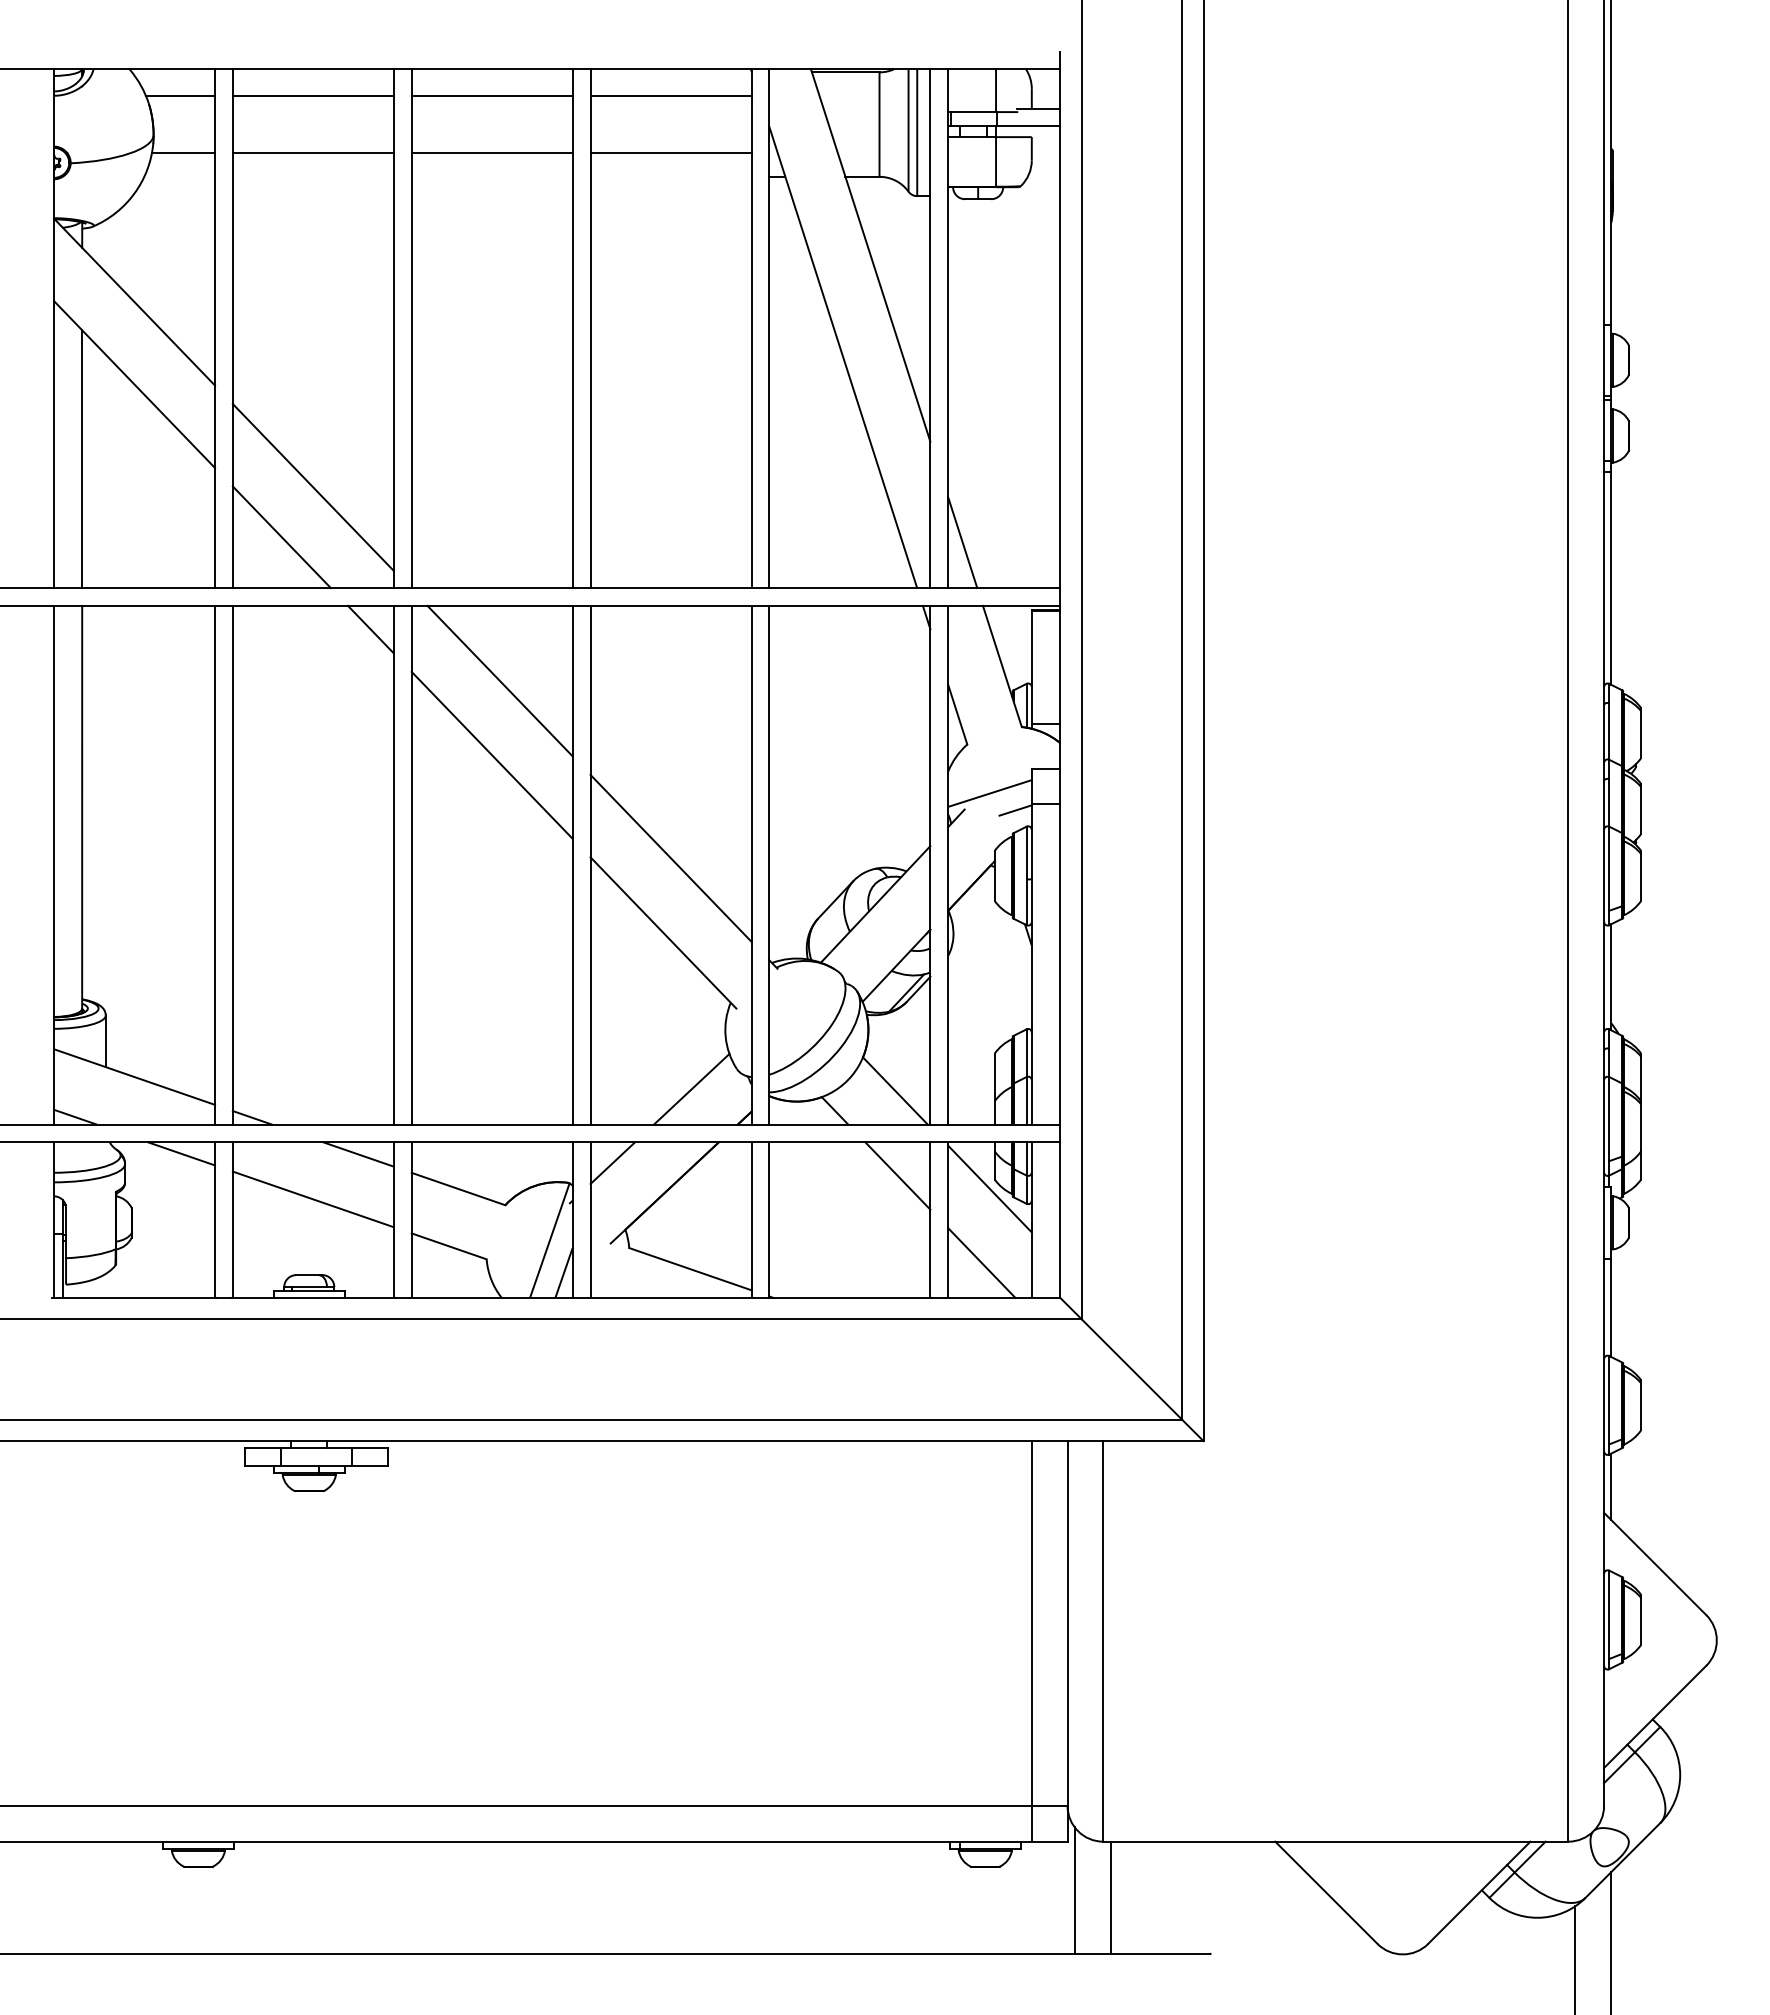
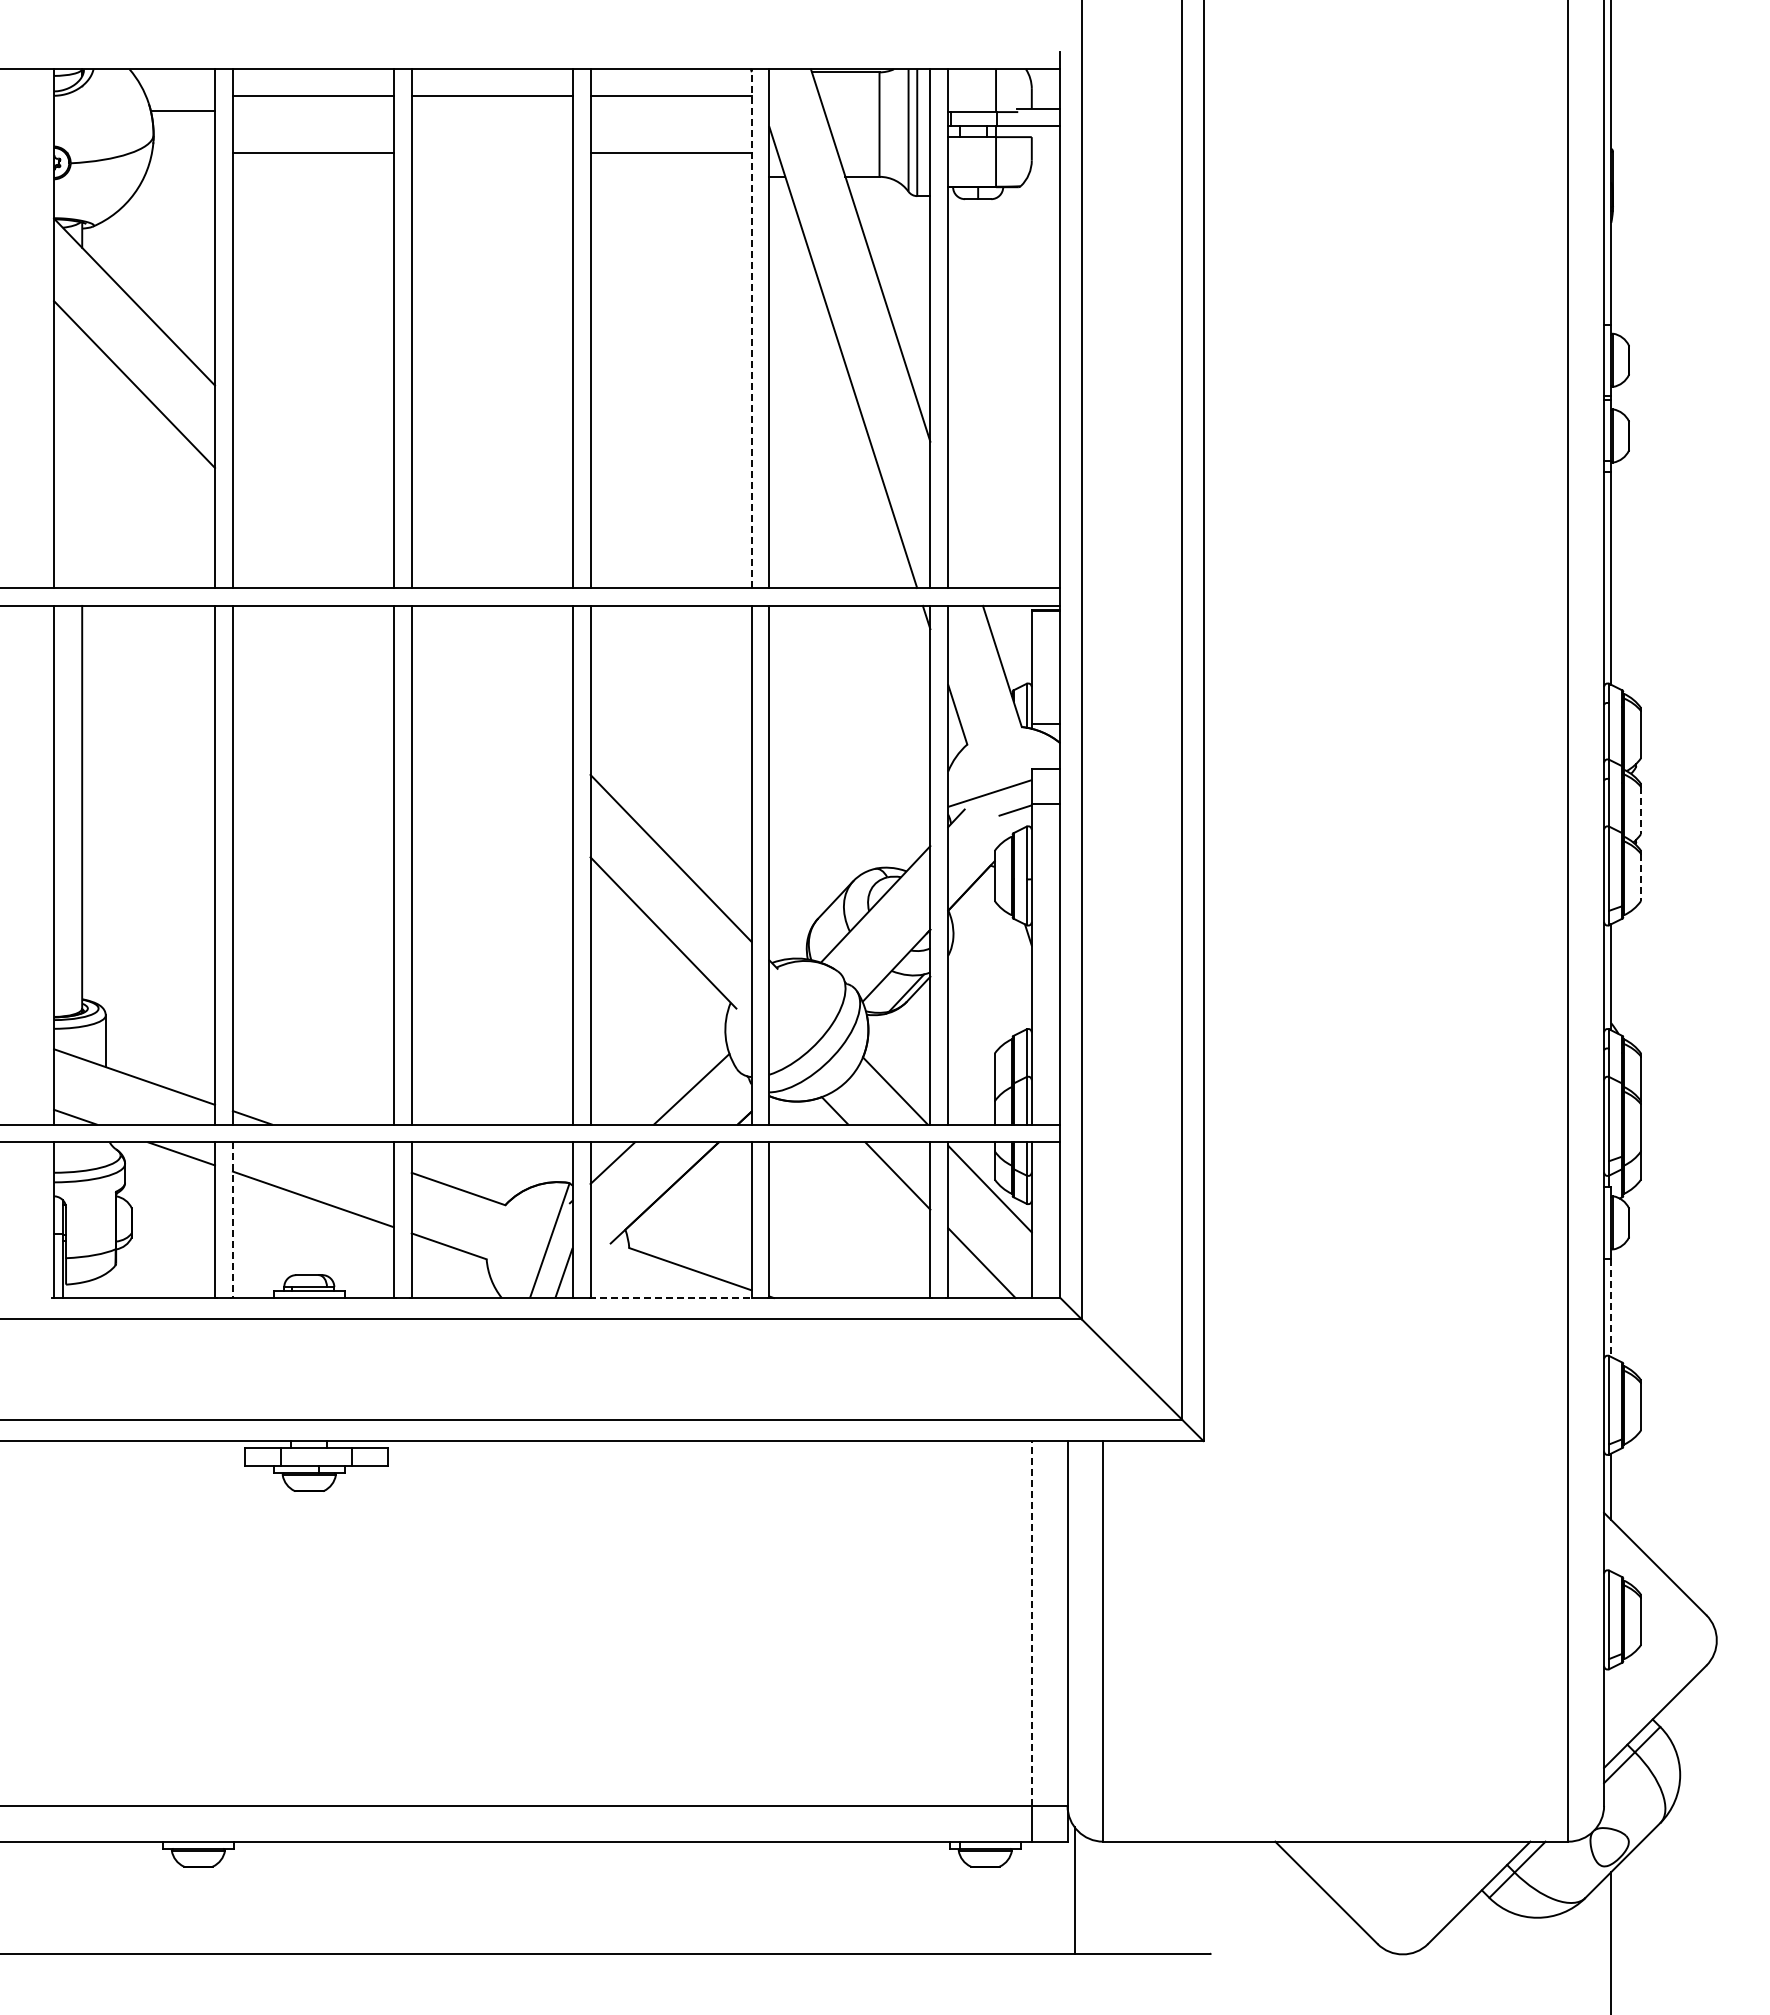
line at (180, 96): present -> none
line at (183, 153) position: (183, 153) -> (183, 111)
line at (491, 153): present -> none
line at (751, 328): solid -> dashed
line at (82, 459): present -> none
line at (312, 487): present -> none
line at (281, 537): present -> none
line at (962, 542): present -> none
line at (370, 629): present -> none
line at (499, 680): present -> none
line at (491, 754): present -> none
line at (1641, 810): solid -> dashed
line at (1641, 877): solid -> dashed
line at (358, 1154): present -> none
line at (232, 1220): solid -> dashed
line at (671, 1298): solid -> dashed
line at (1611, 1308): solid -> dashed
line at (1031, 1623): solid -> dashed
line at (1110, 1897): present -> none
line at (1575, 1958): present -> none
